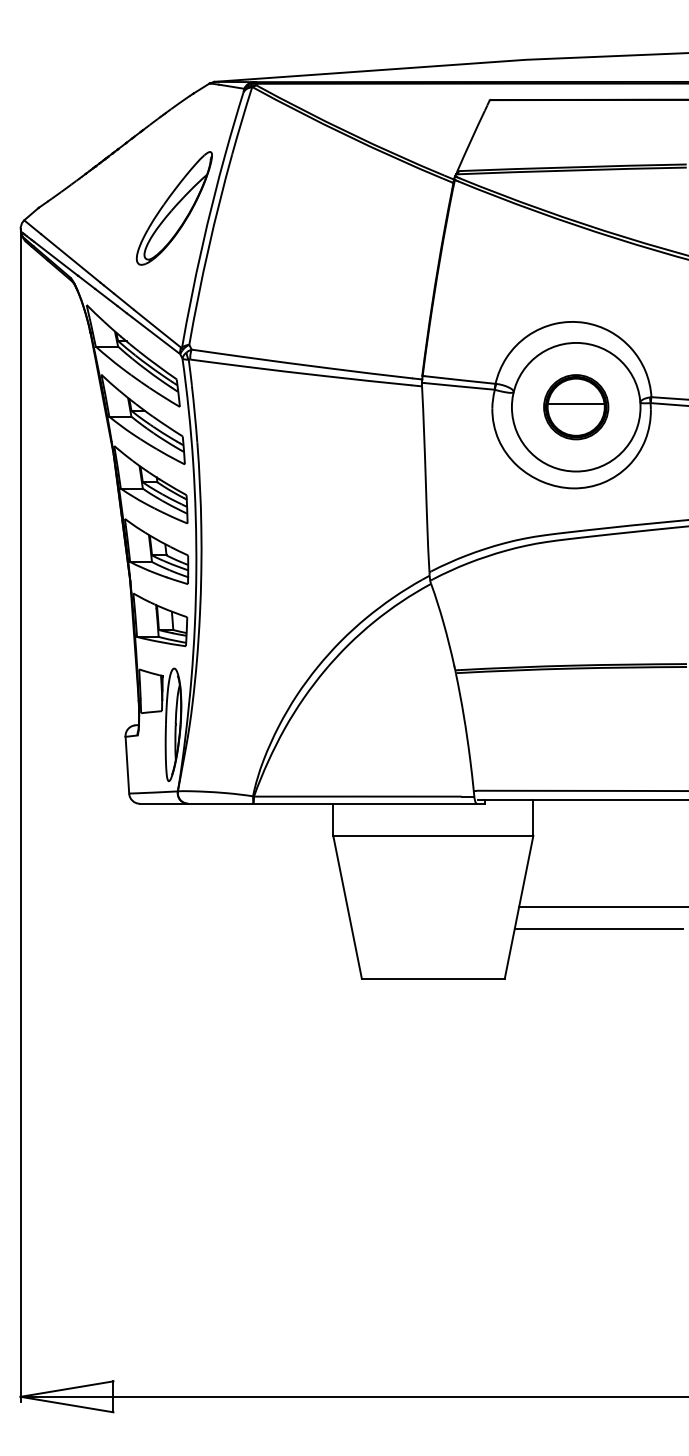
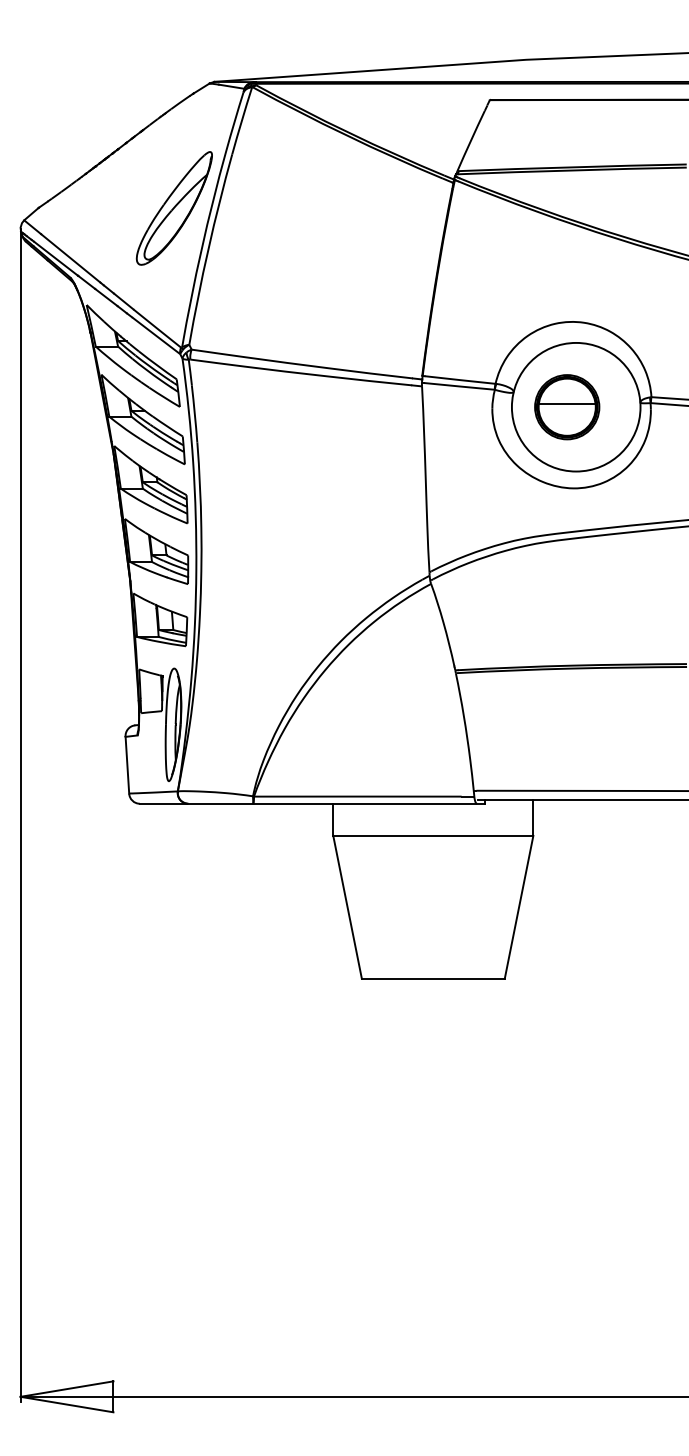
part at (576, 407) position: (576, 407) -> (567, 407)
line at (602, 907): present -> none
line at (598, 928): present -> none
